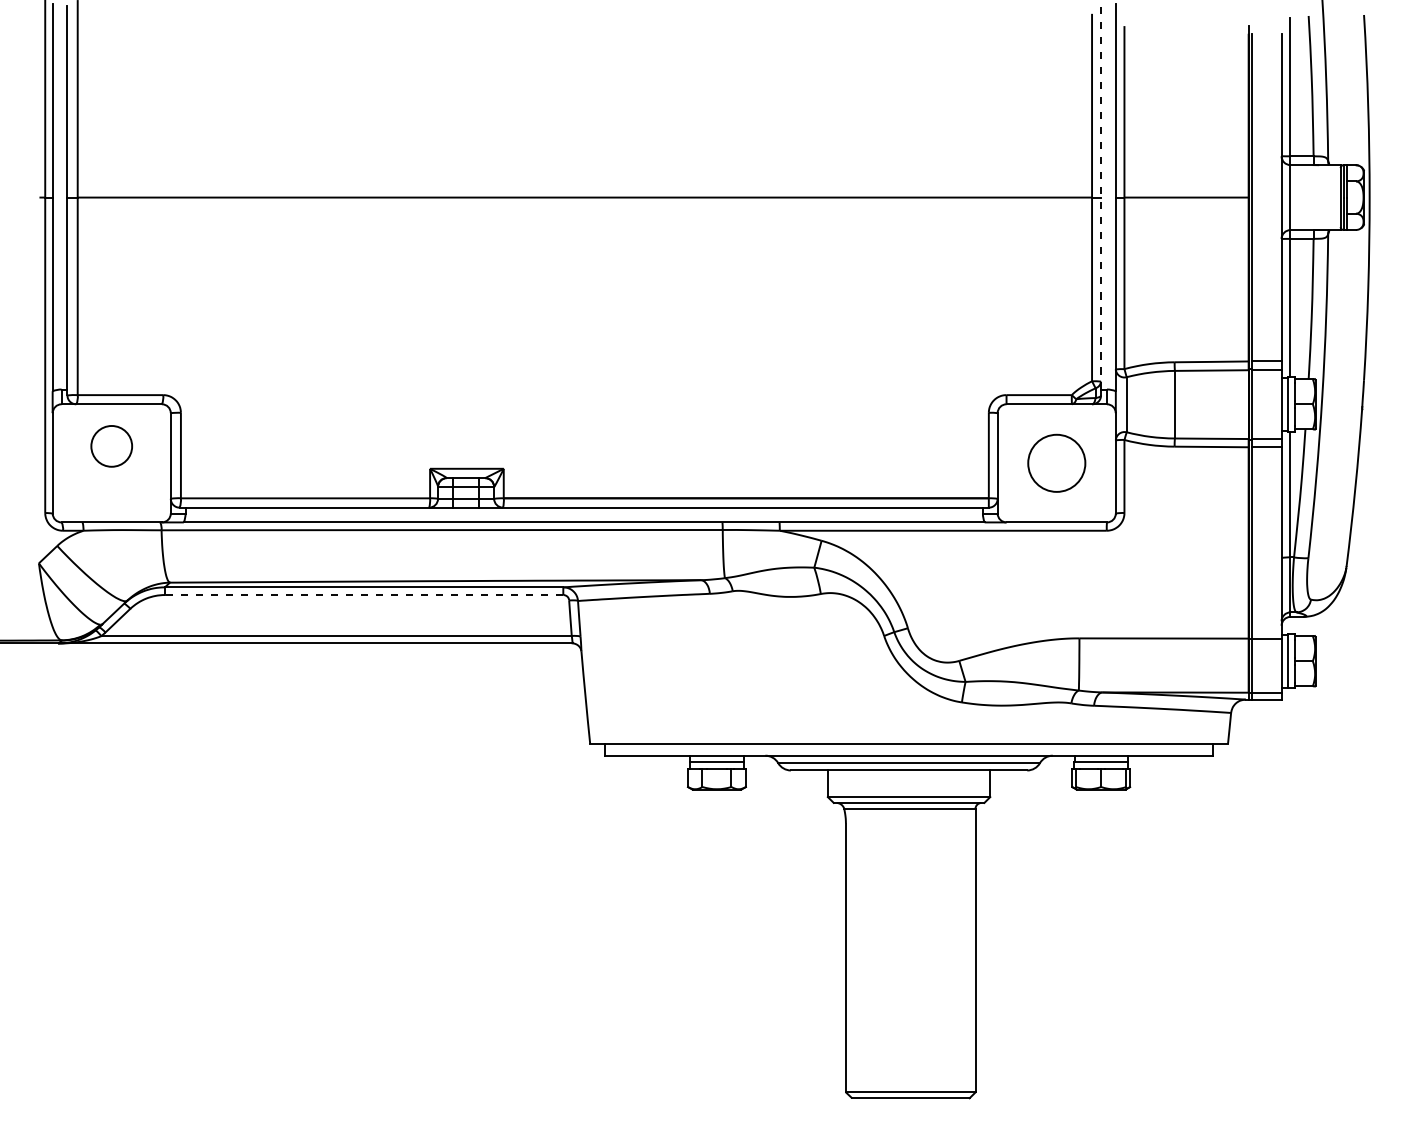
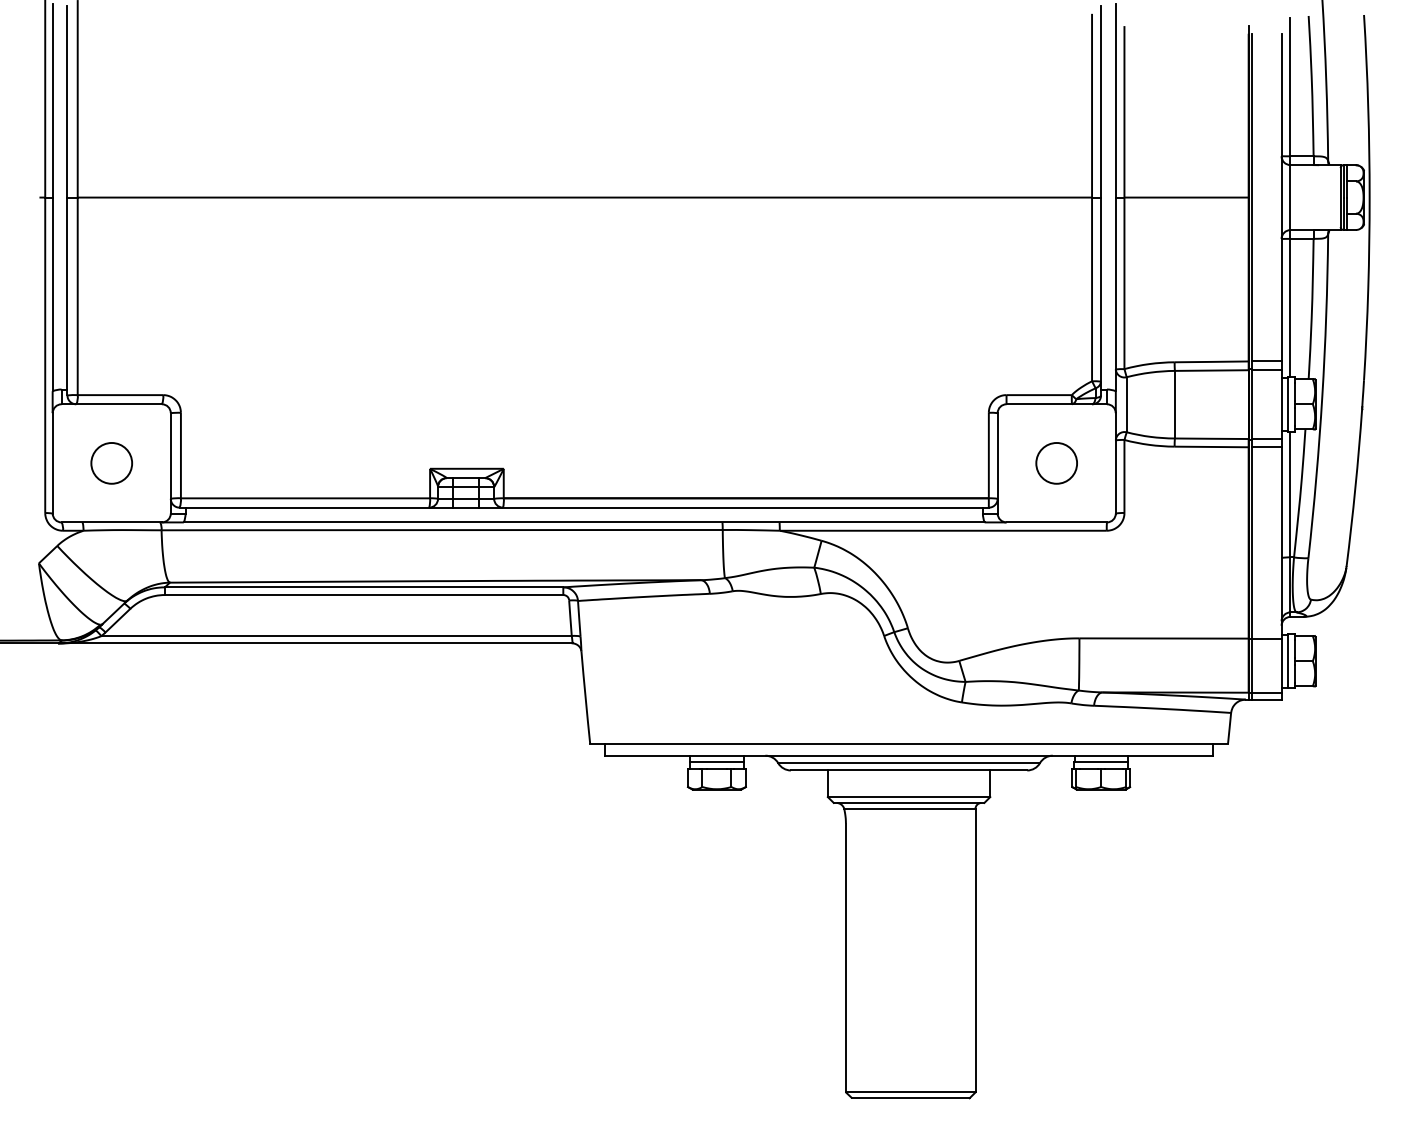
line at (1101, 197): dashed -> solid
circle at (111, 446) position: (111, 446) -> (111, 463)
circle at (1056, 462) size: 60x60 px -> 43x43 px
line at (363, 595): dashed -> solid
